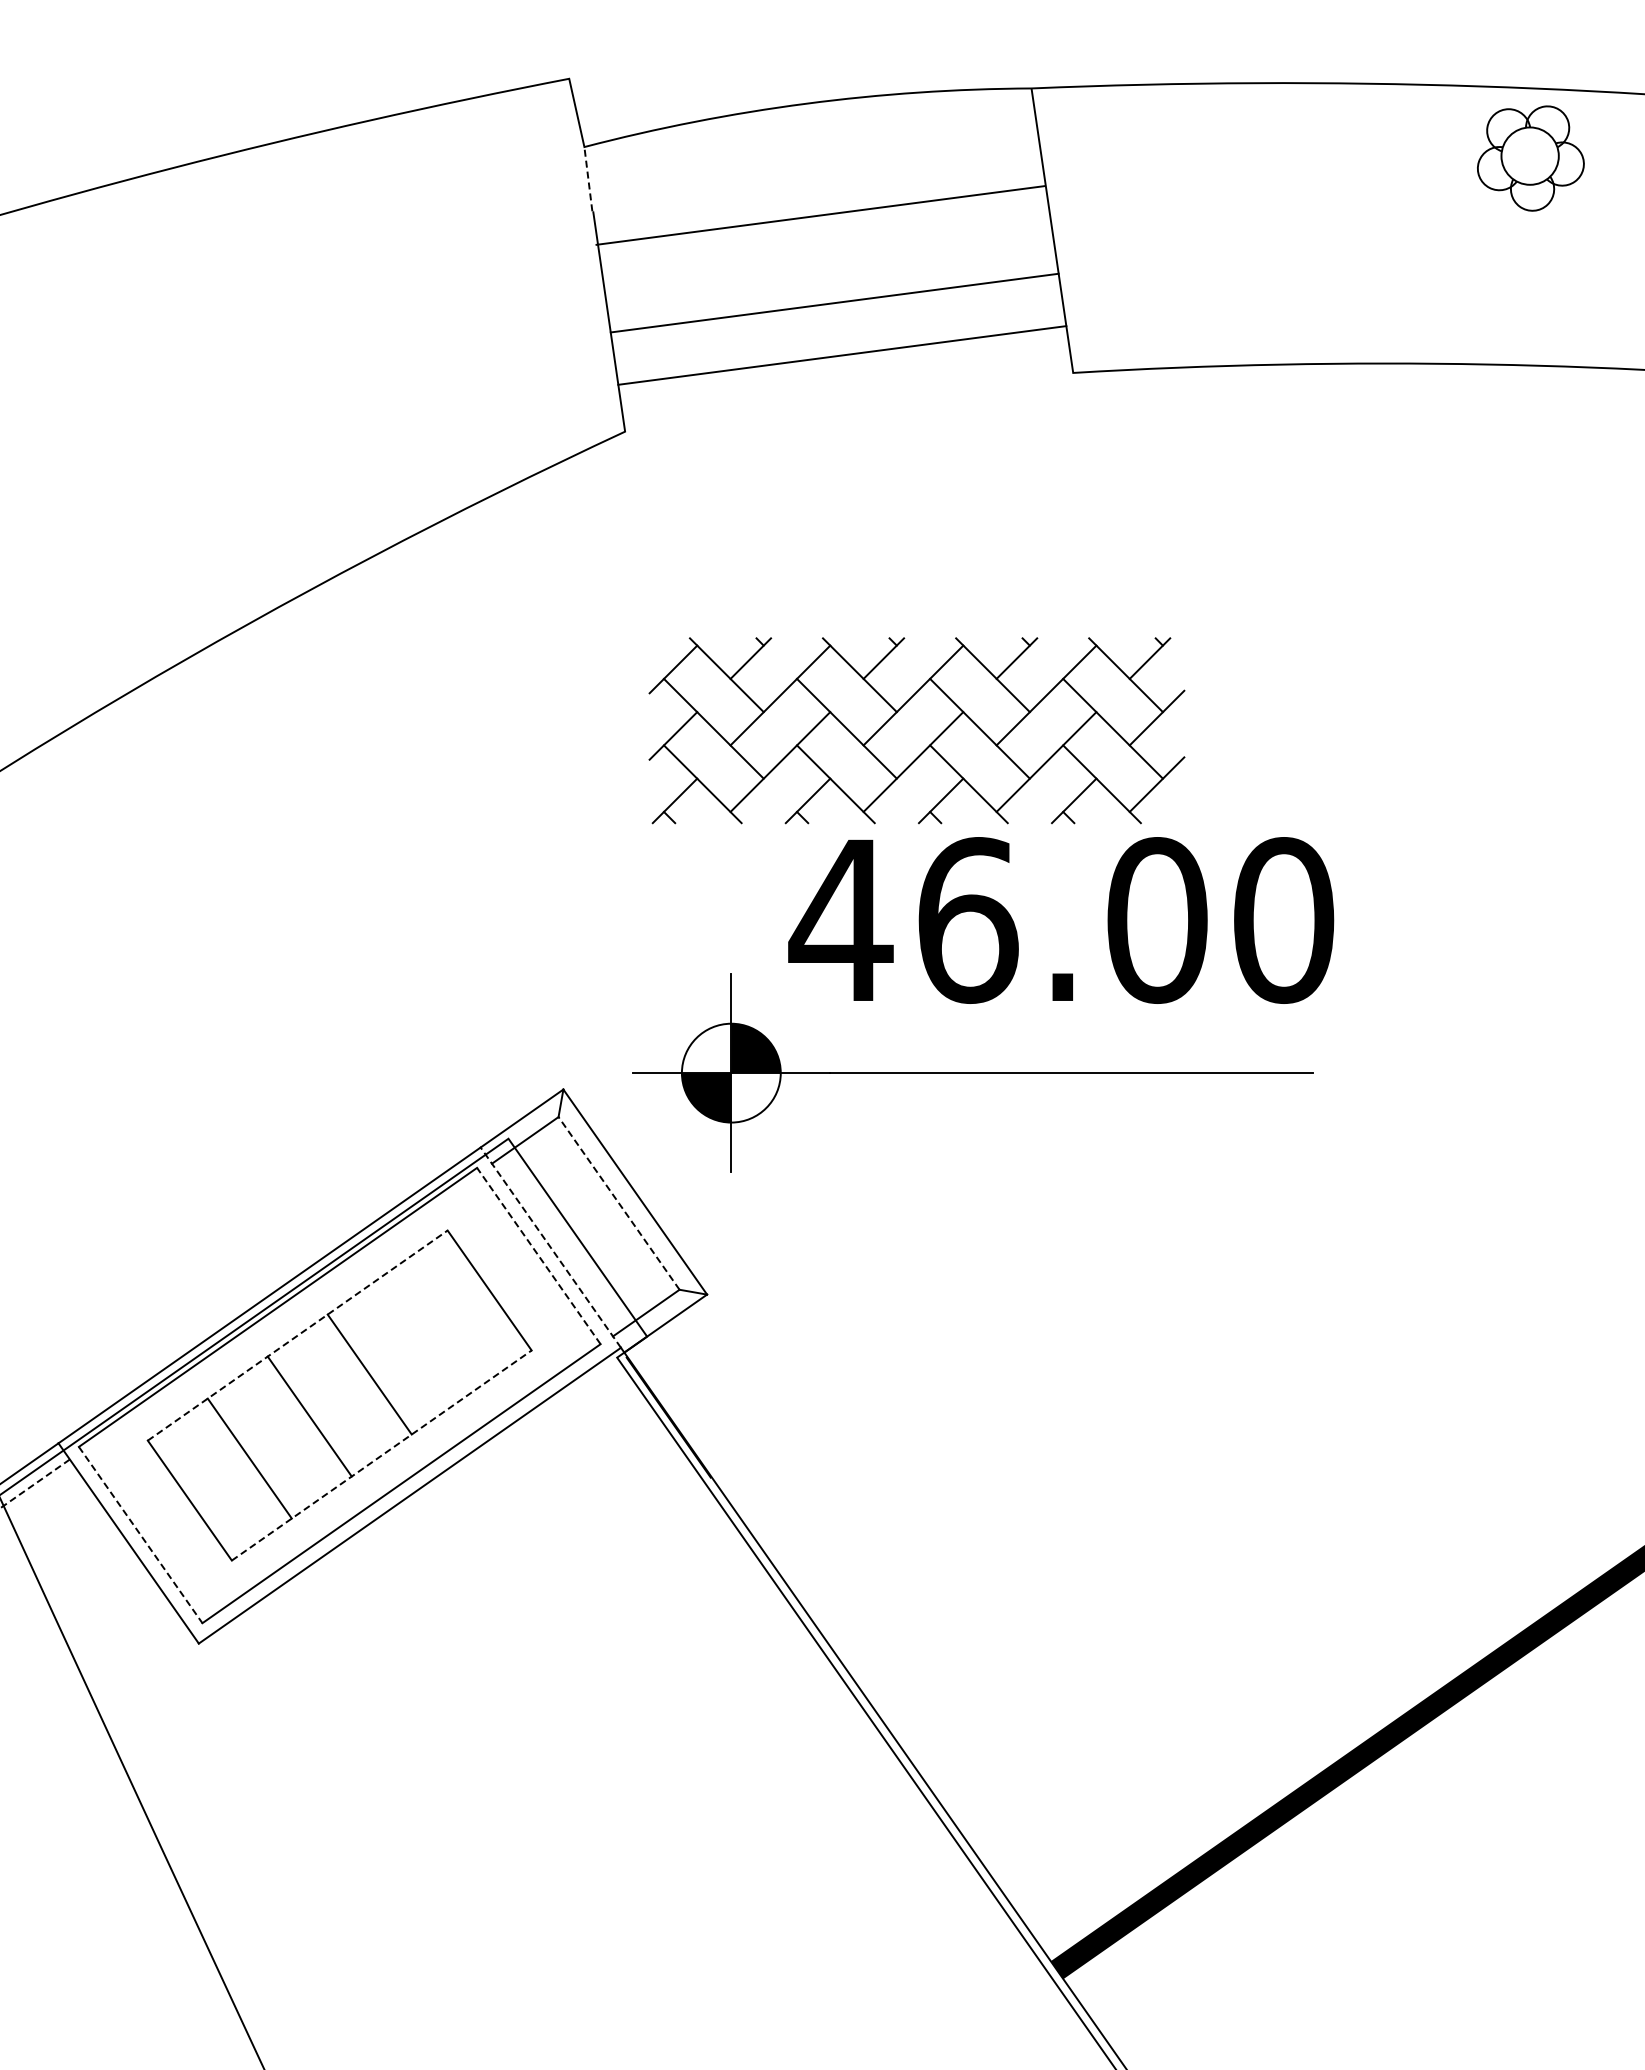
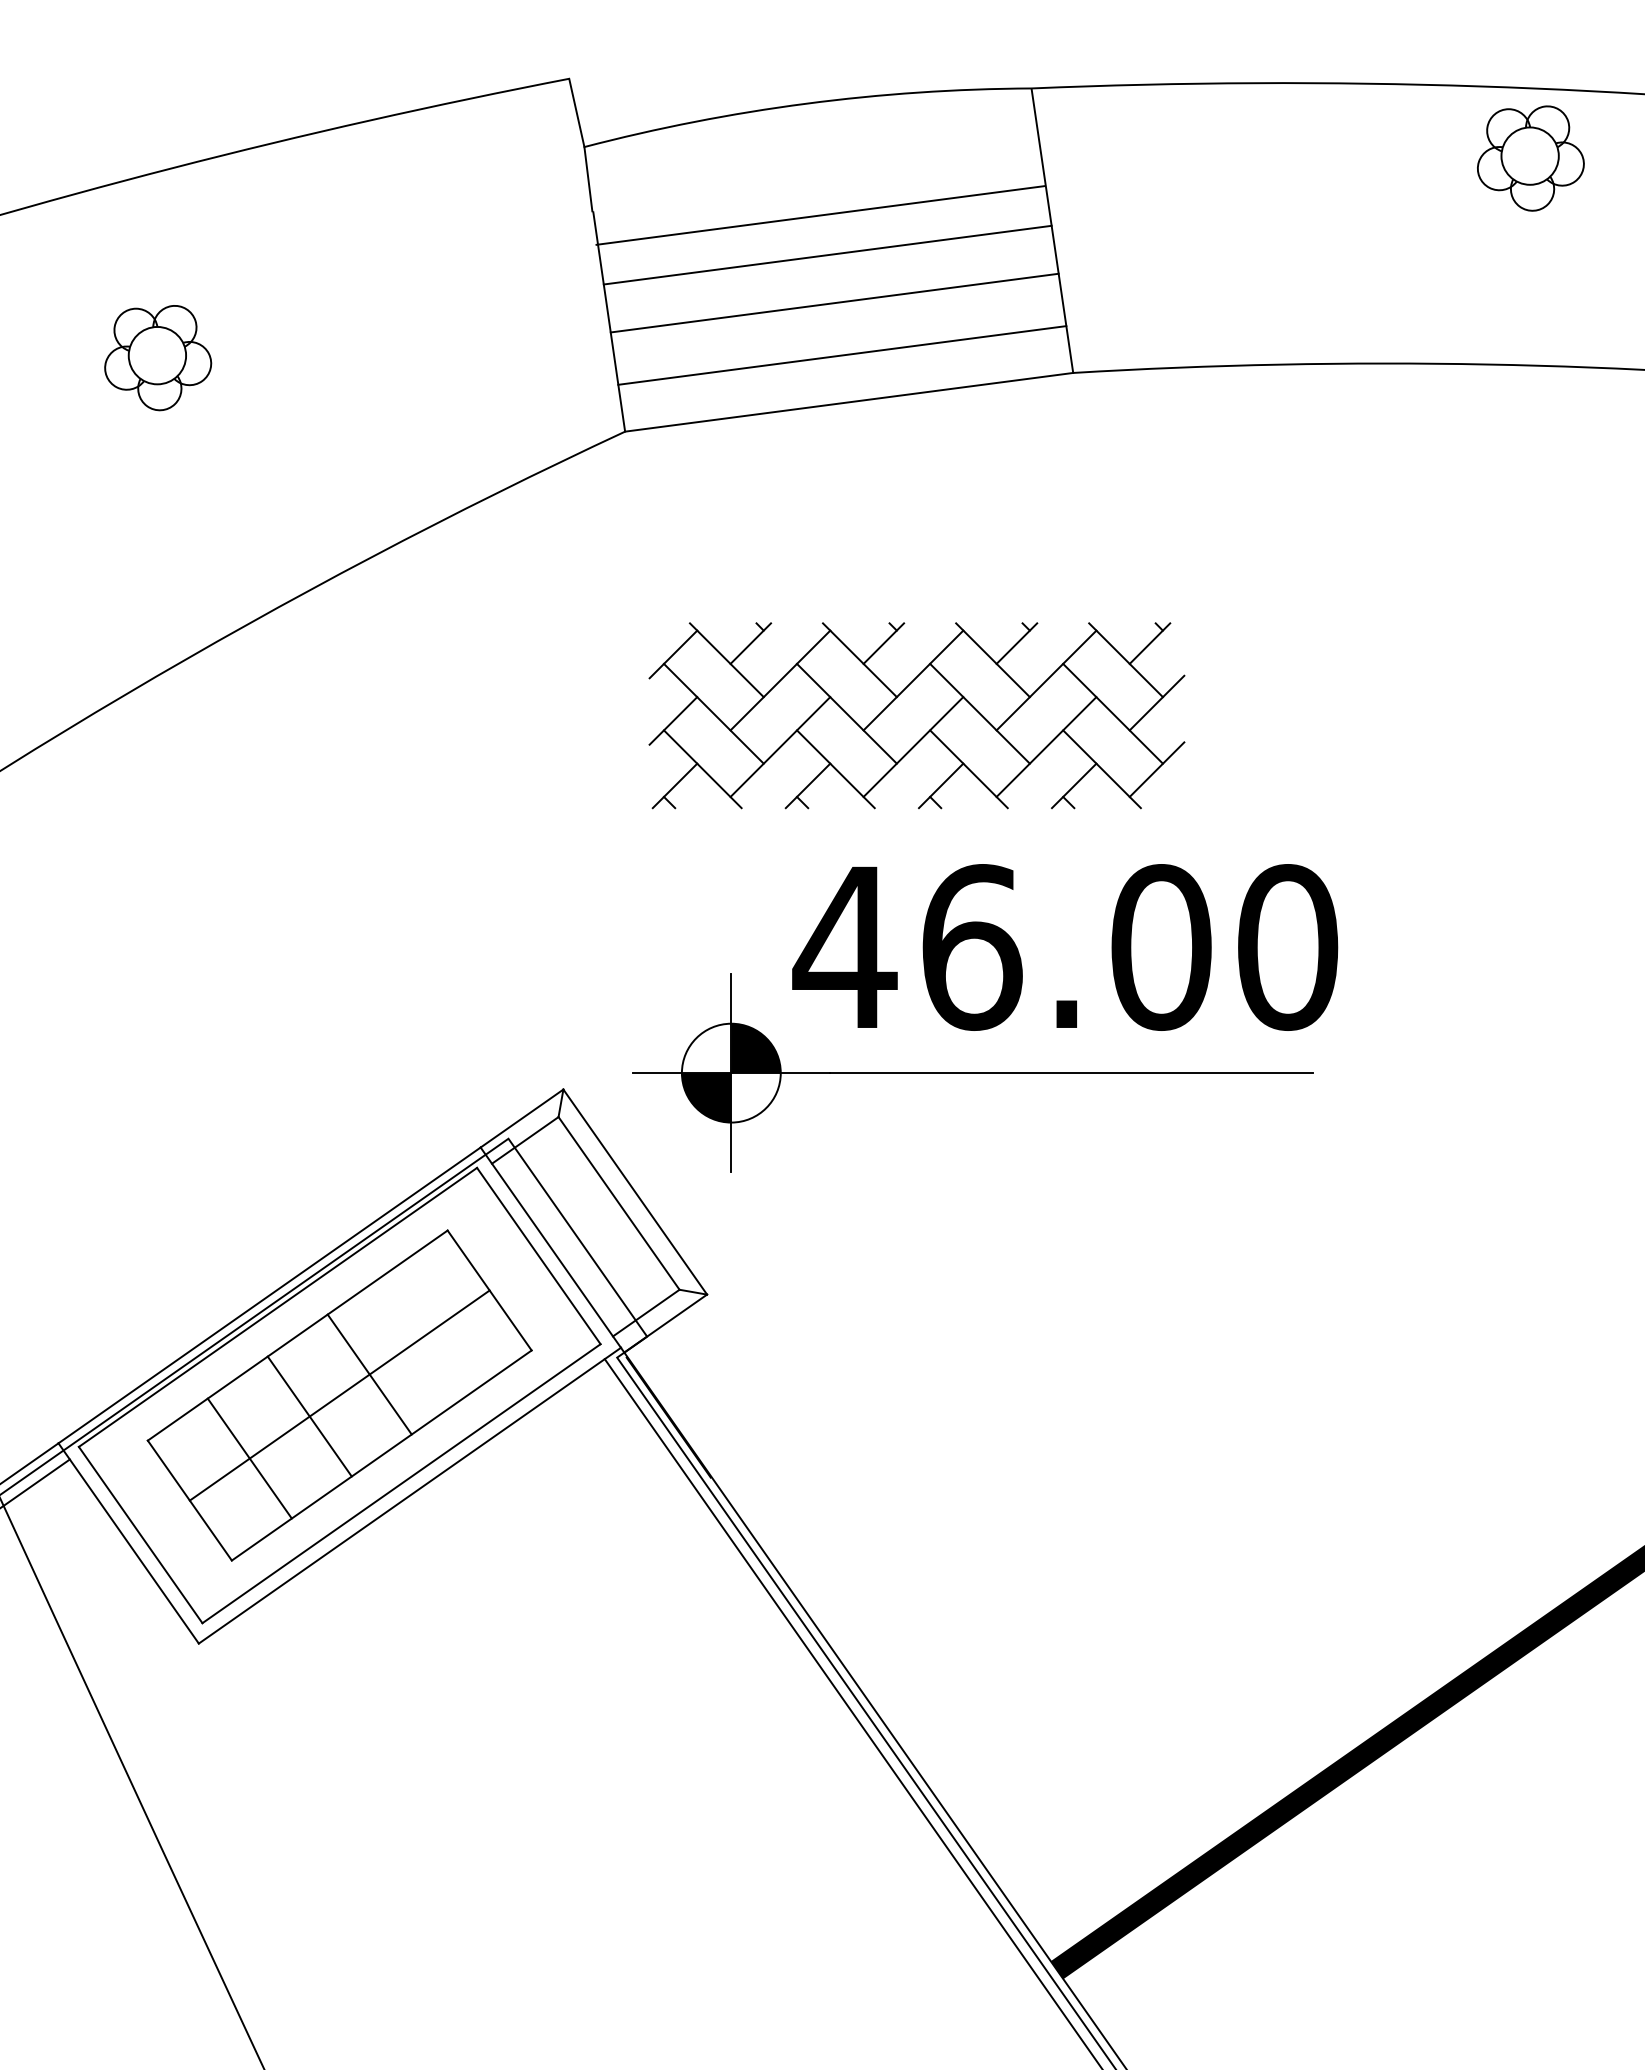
line at (588, 178): dashed -> solid
line at (827, 254): none -> present
part at (158, 358): none -> present
line at (849, 401): none -> present
part at (916, 730) position: (916, 730) -> (916, 715)
text at (1061, 920) position: (1061, 920) -> (1065, 947)
line at (618, 1203): dashed -> solid
line at (550, 1247): dashed -> solid
line at (538, 1256): dashed -> solid
line at (298, 1335): dashed -> solid
line at (339, 1395): none -> present
line at (382, 1455): dashed -> solid
line at (34, 1484): dashed -> solid
line at (140, 1535): dashed -> solid
line at (852, 1712): none -> present
